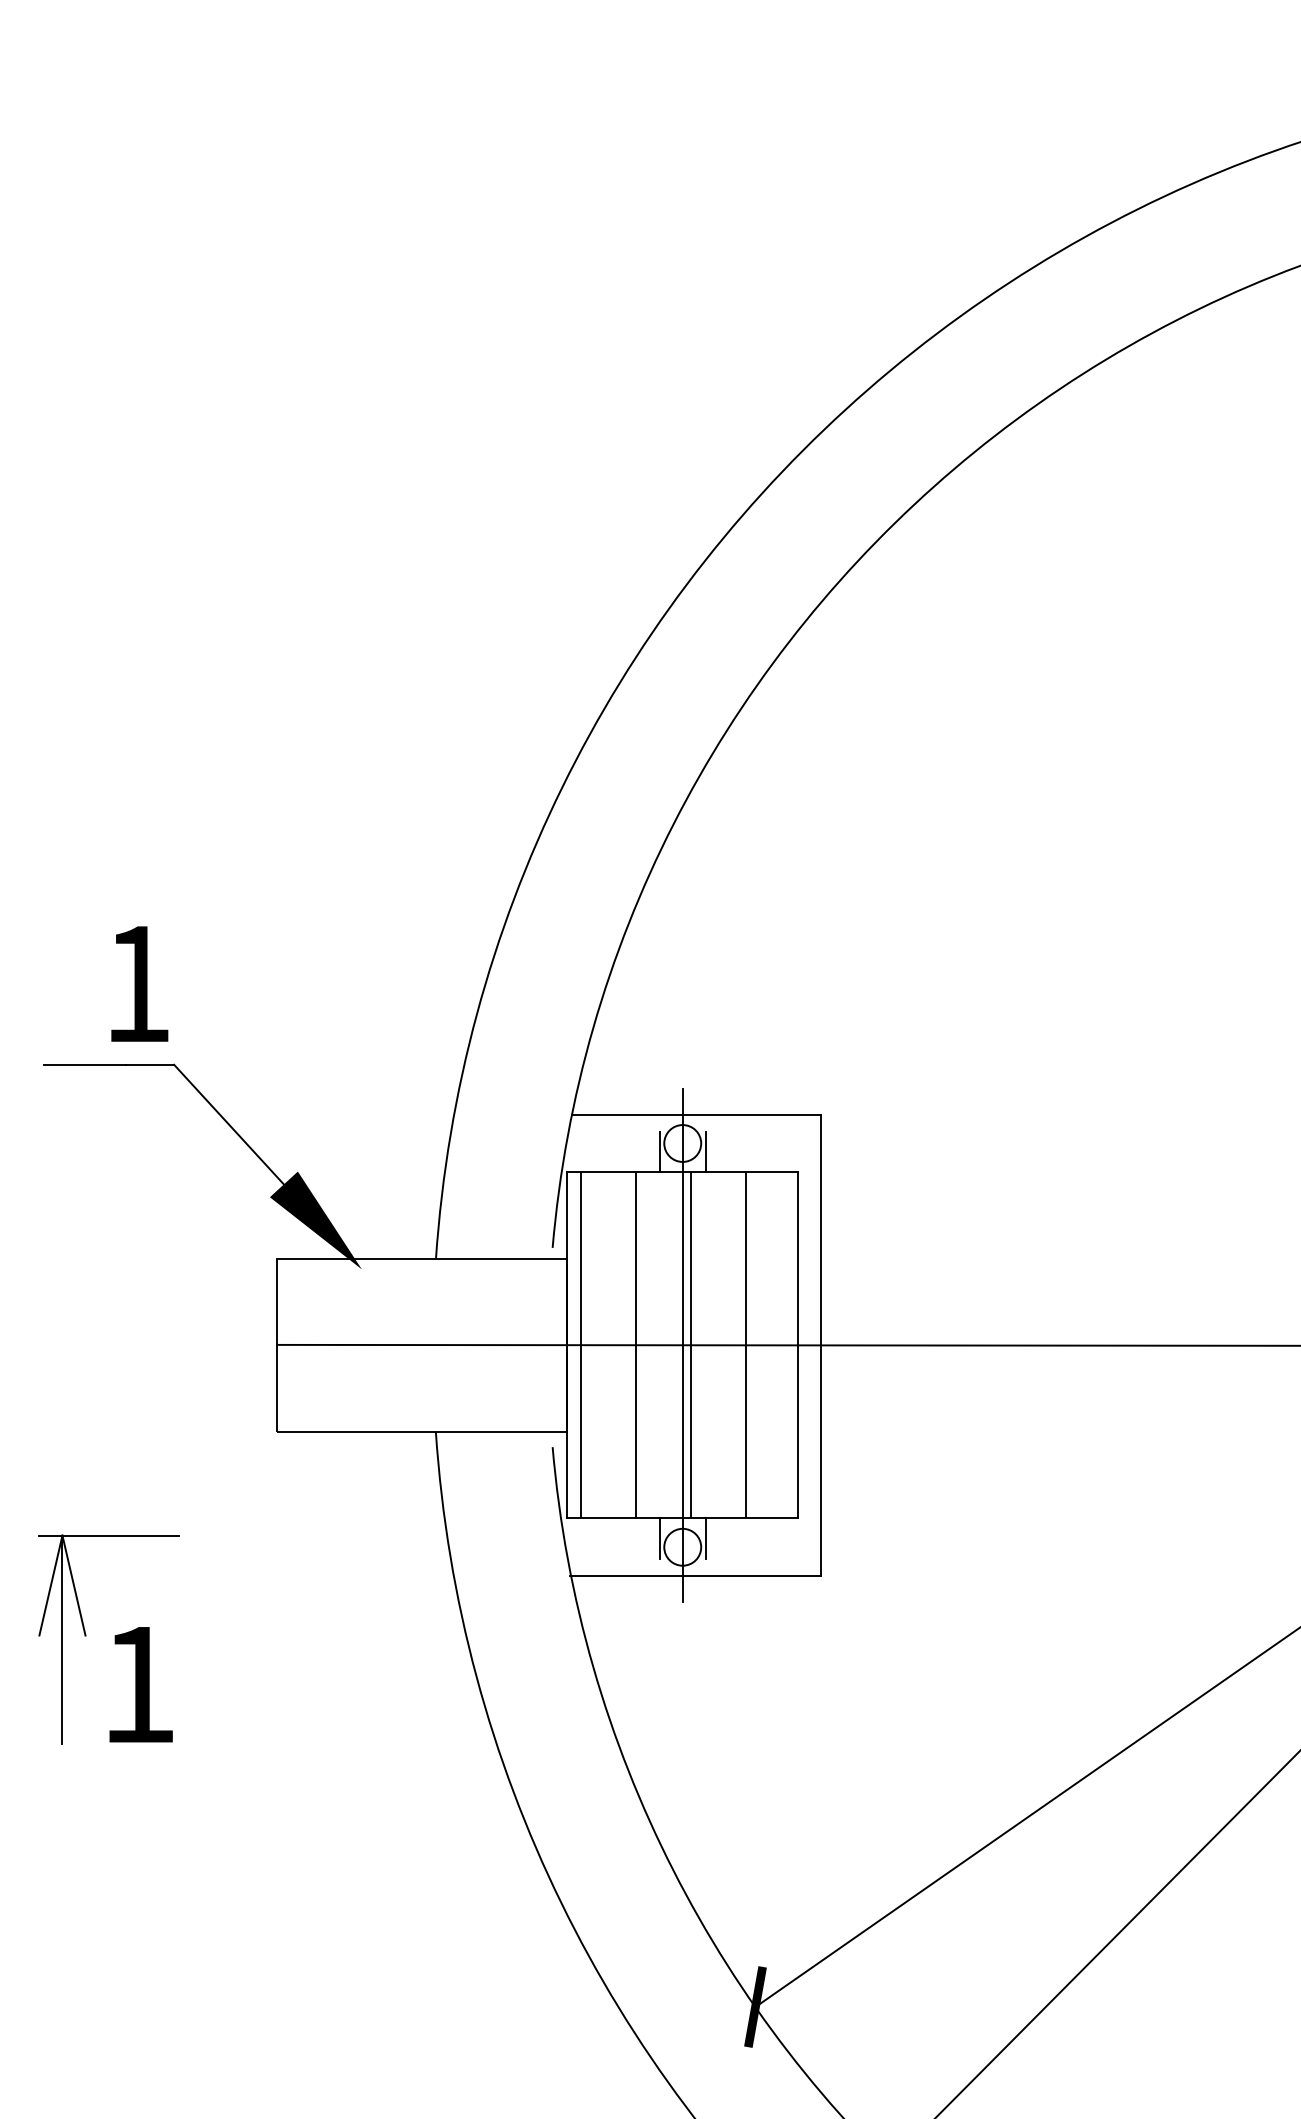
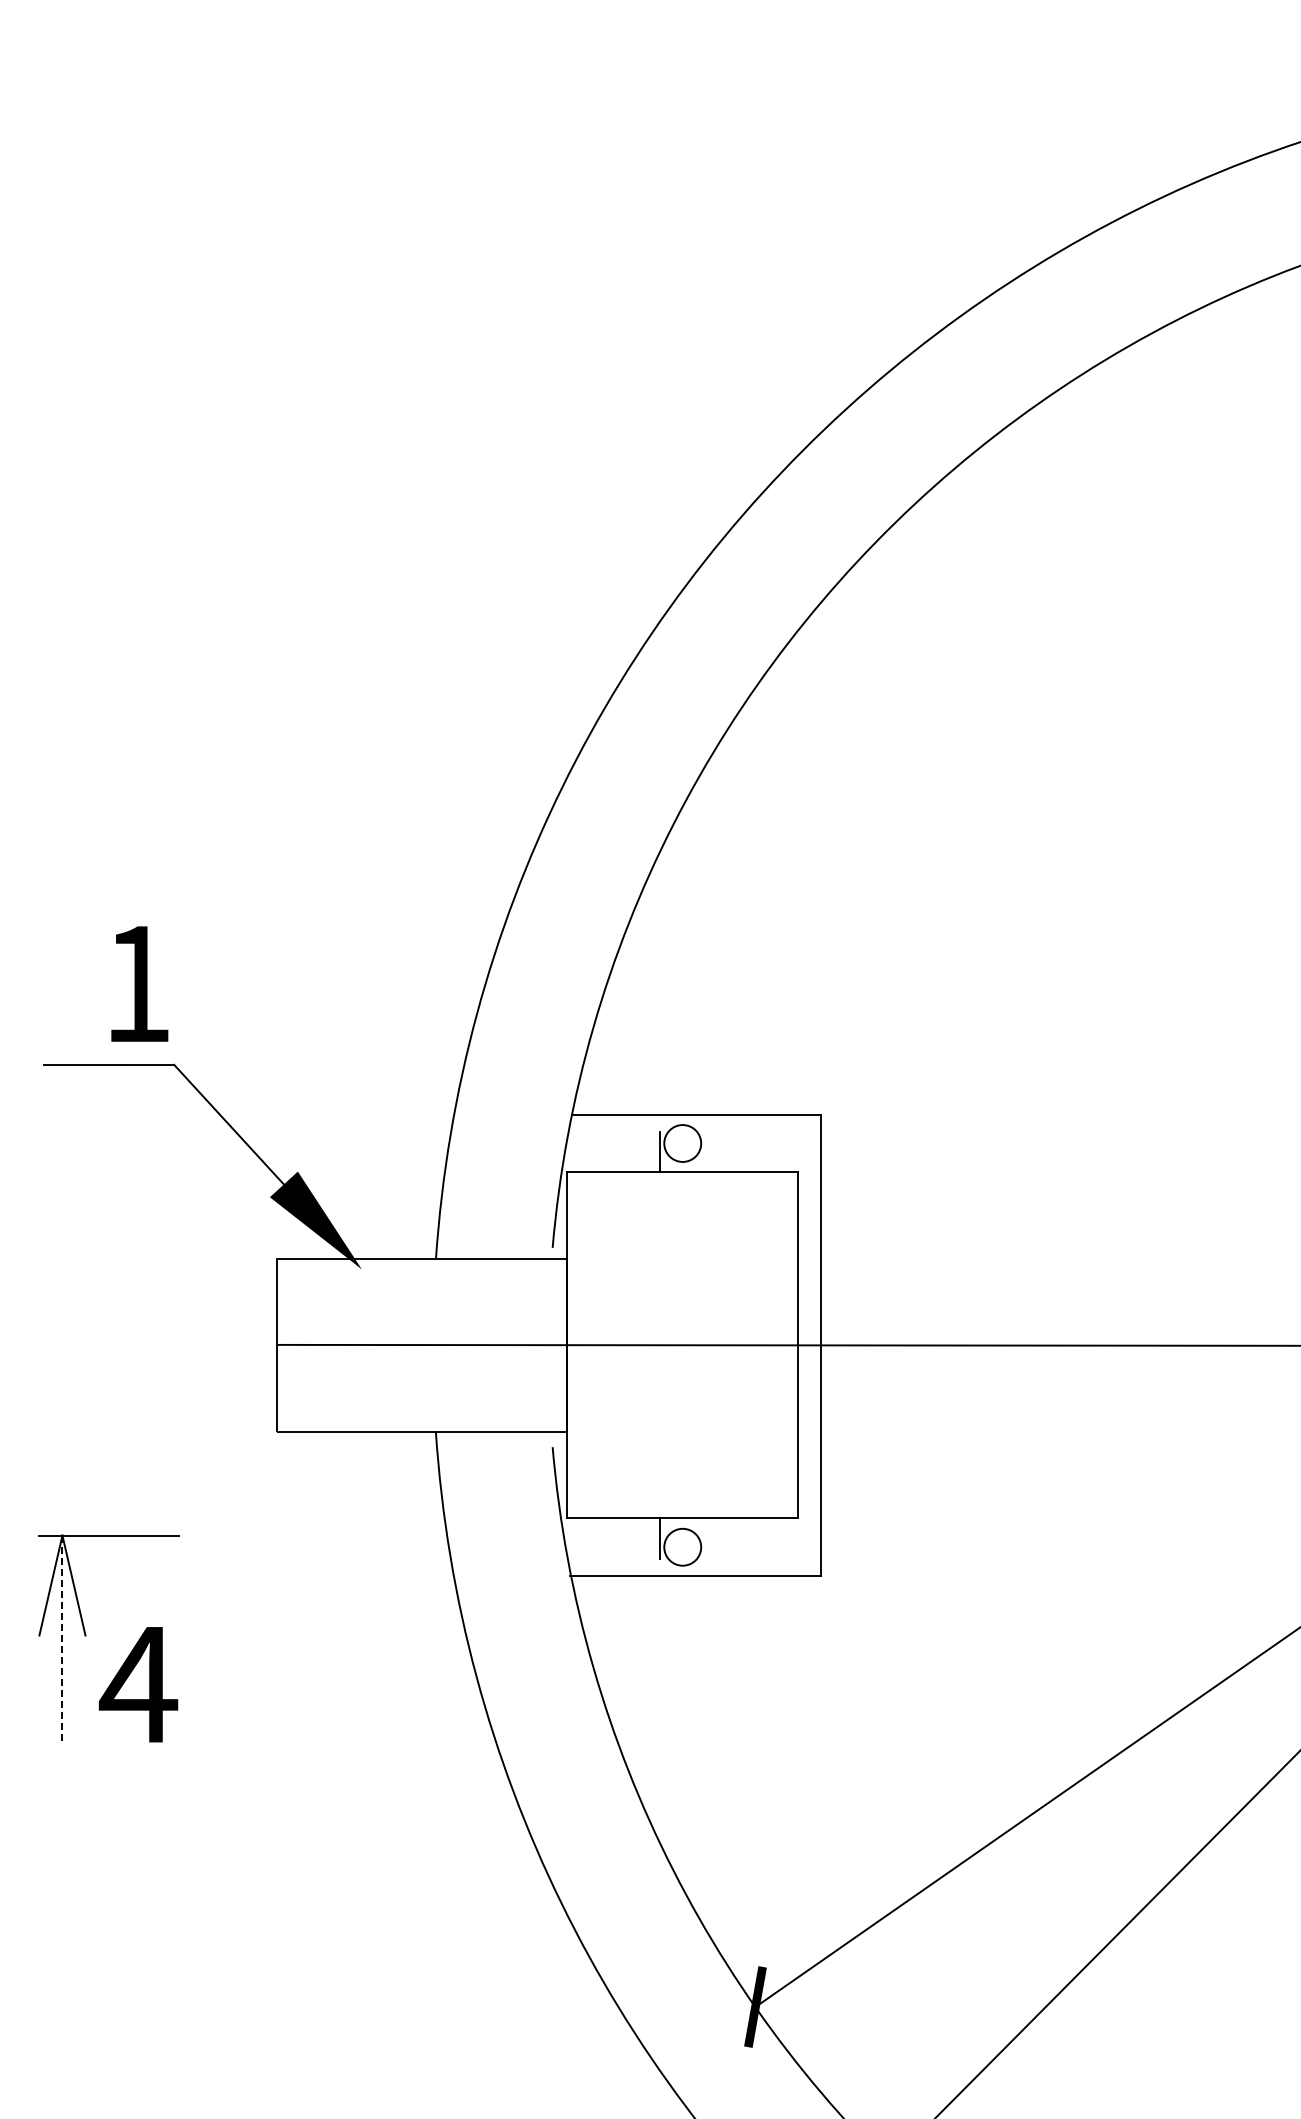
line at (705, 1151): present -> none
line at (682, 1344): present -> none
hatch at (662, 1345): present -> none
line at (705, 1538): present -> none
line at (62, 1640): solid -> dashed
text at (138, 1684): 1 -> 4
